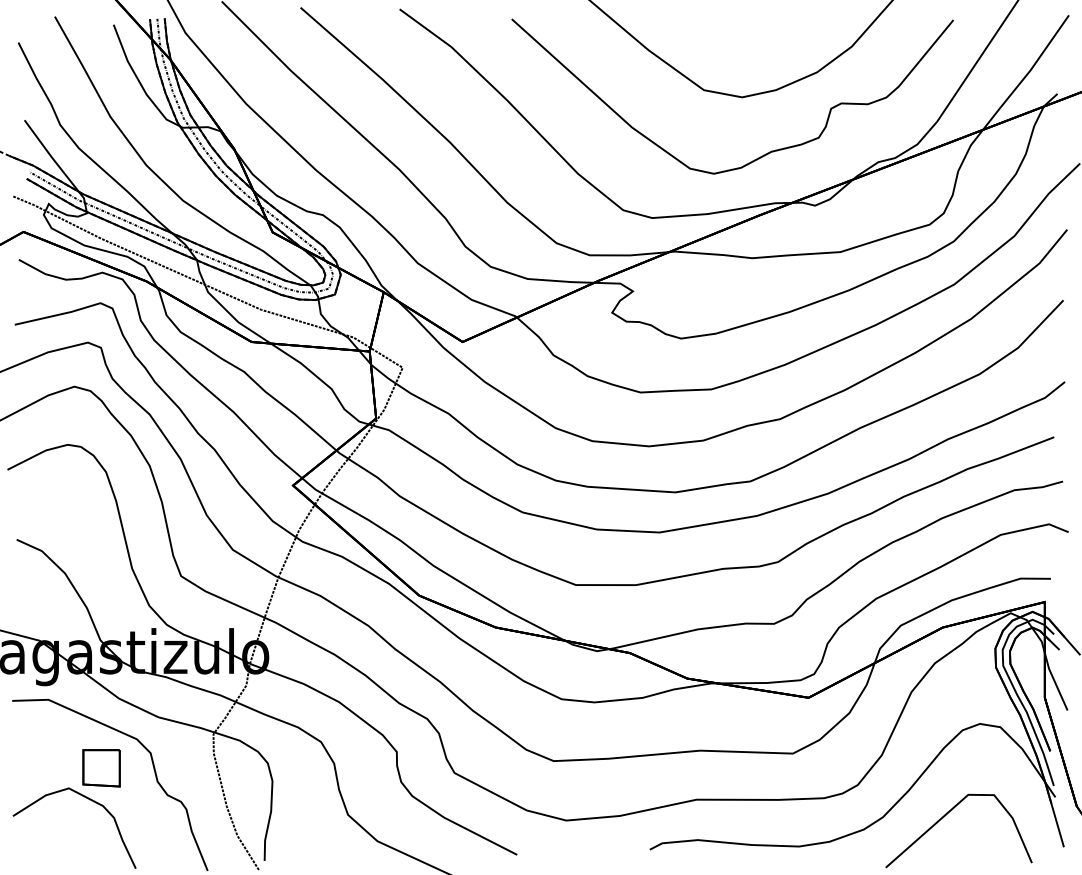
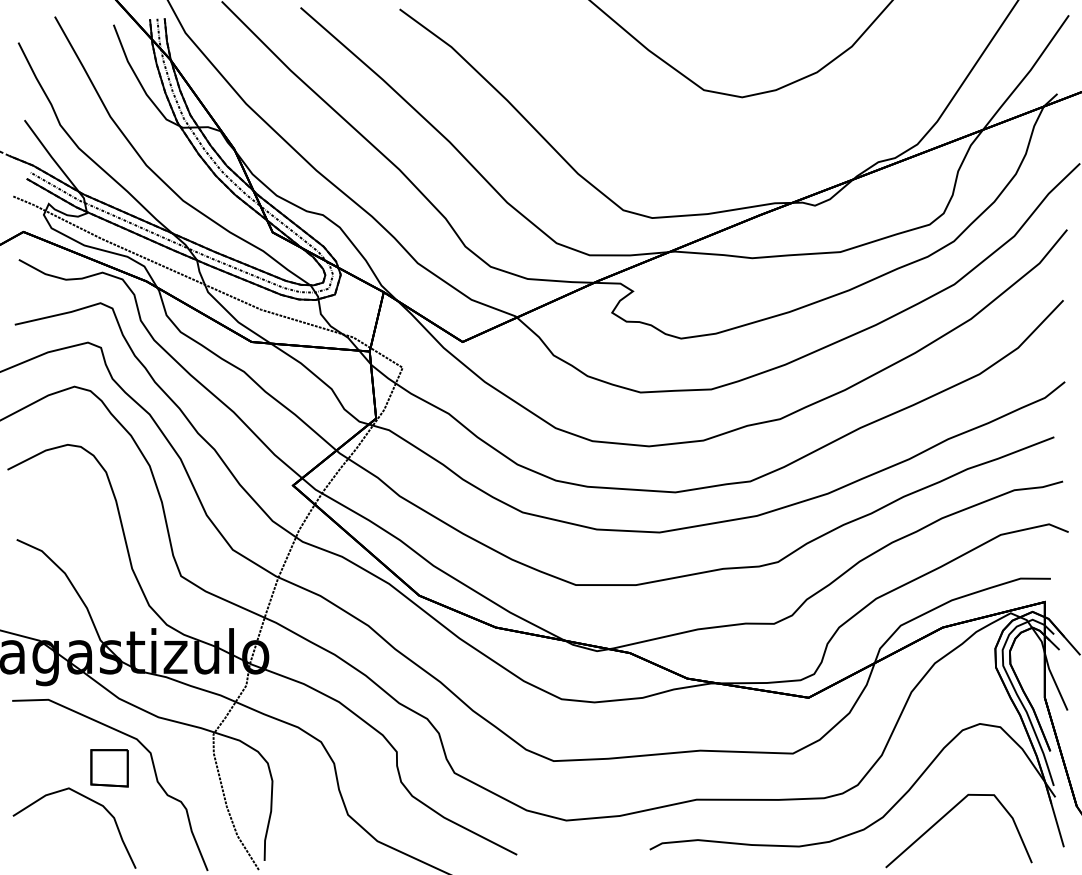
part at (763, 154): present -> none
part at (101, 768) position: (101, 768) -> (109, 768)
